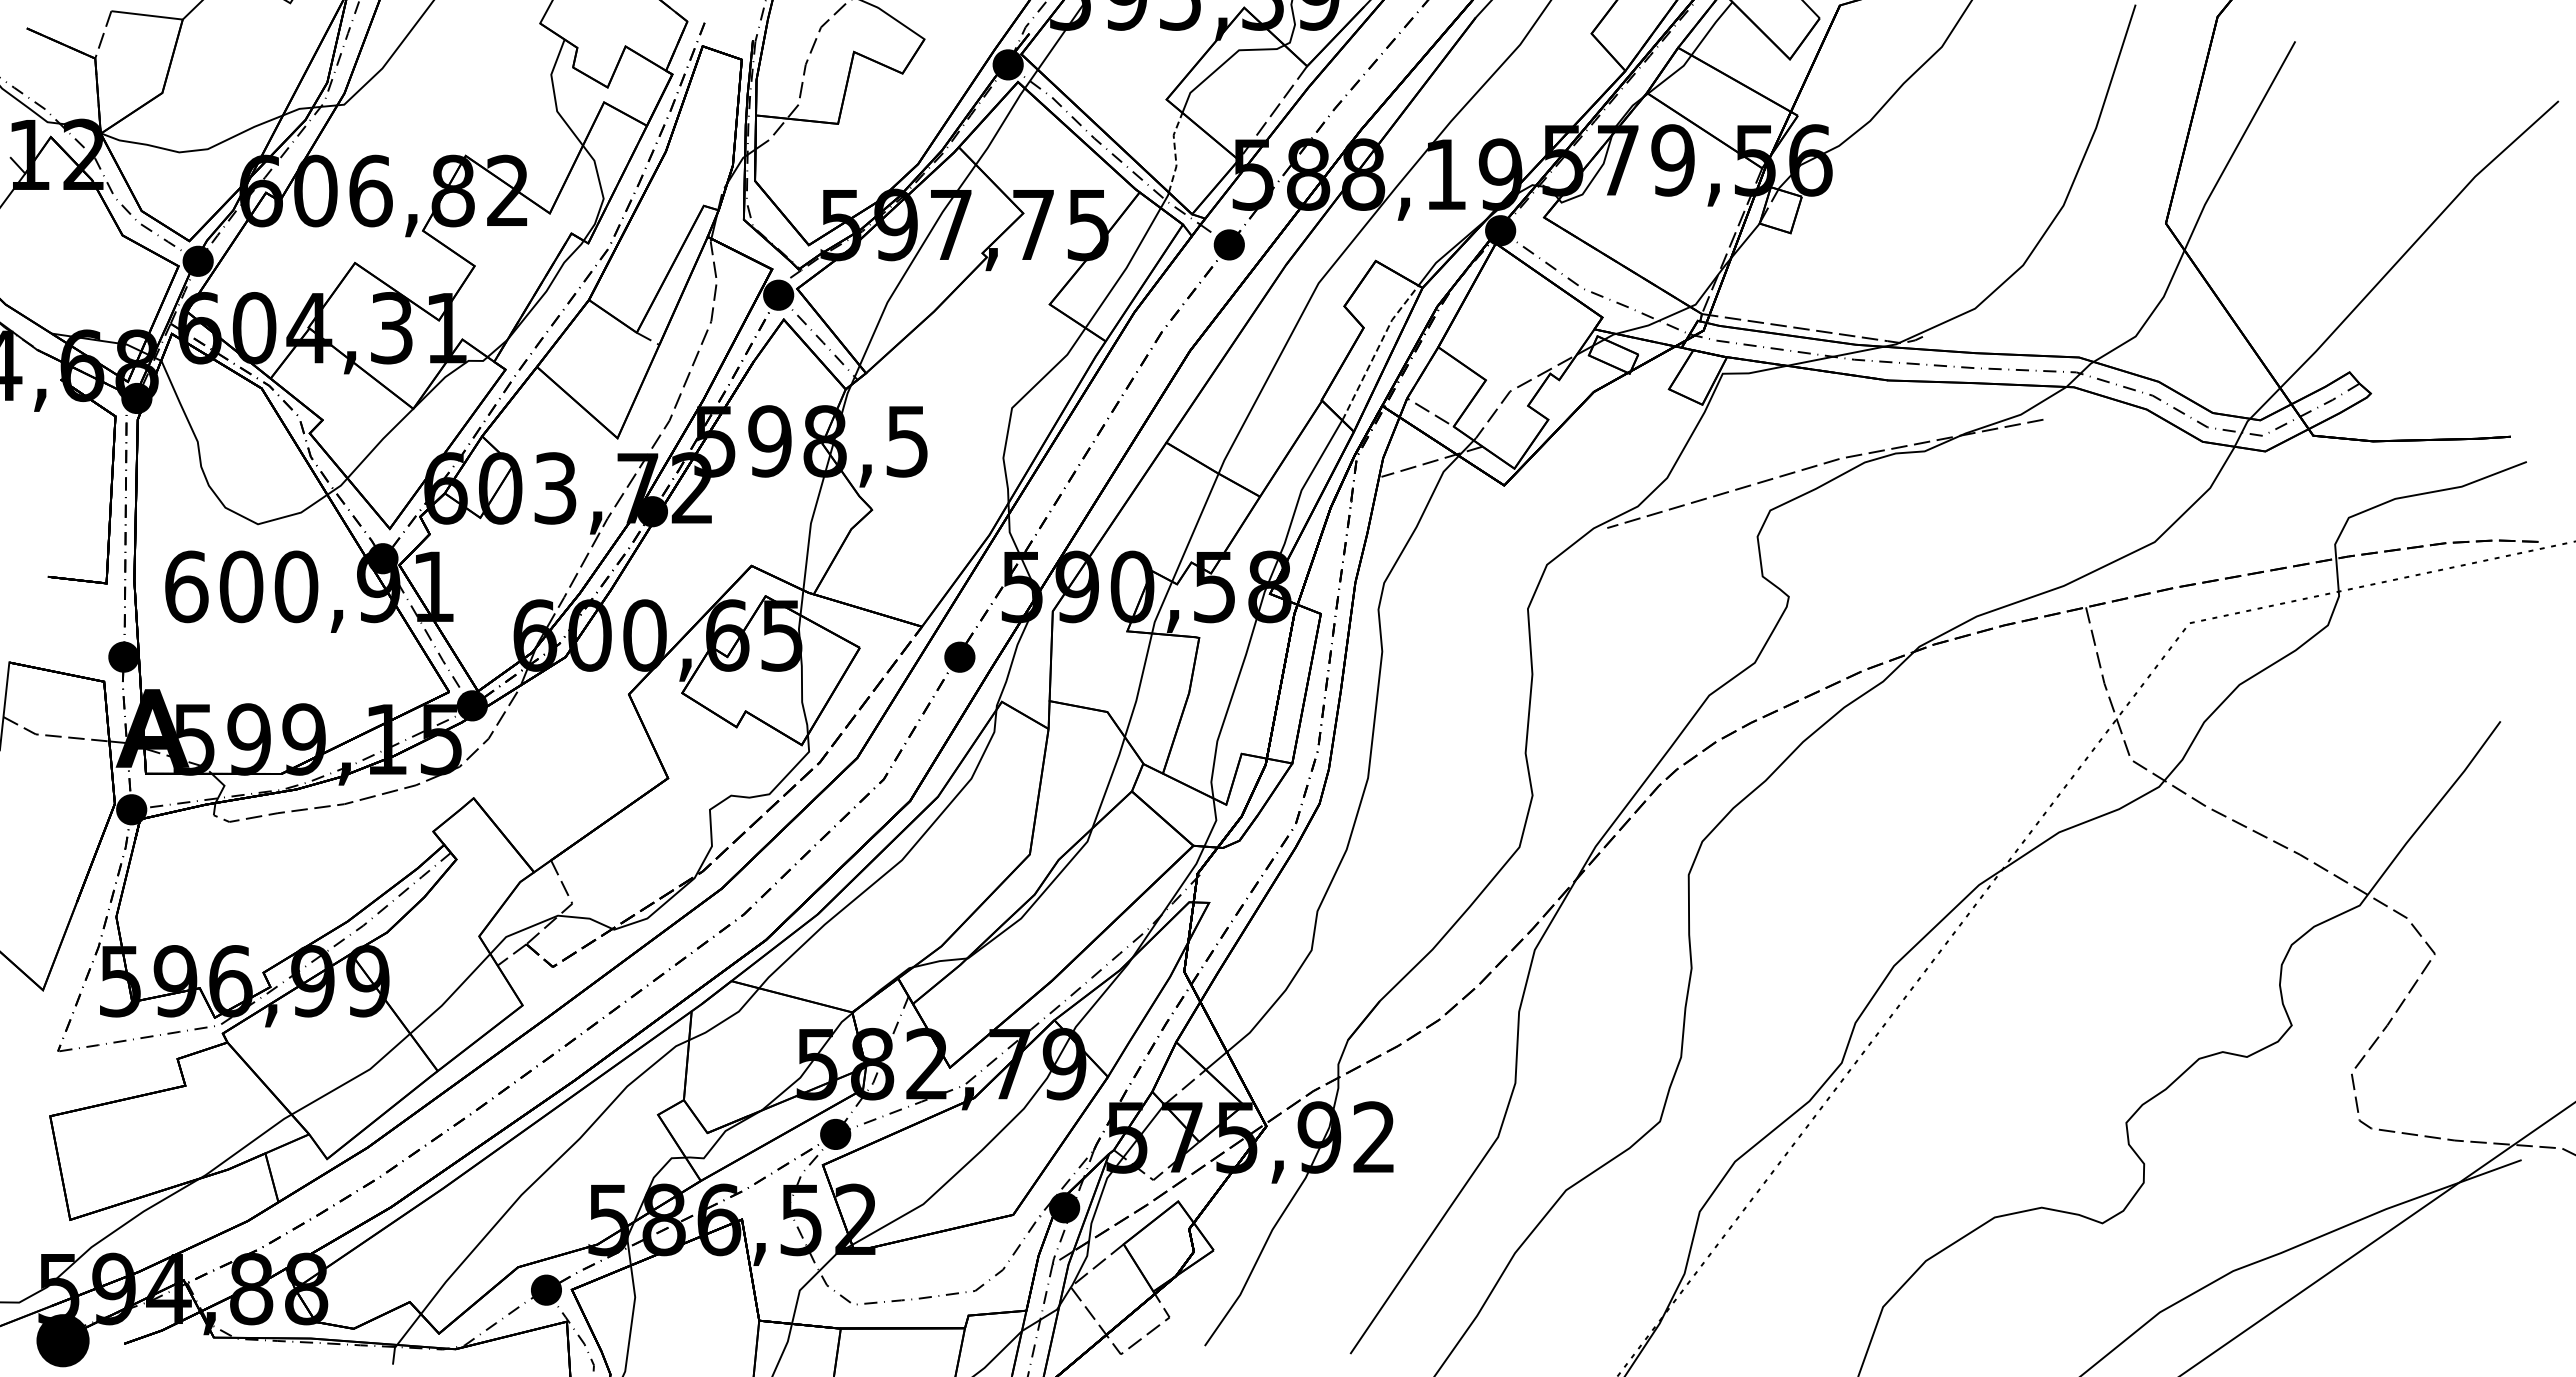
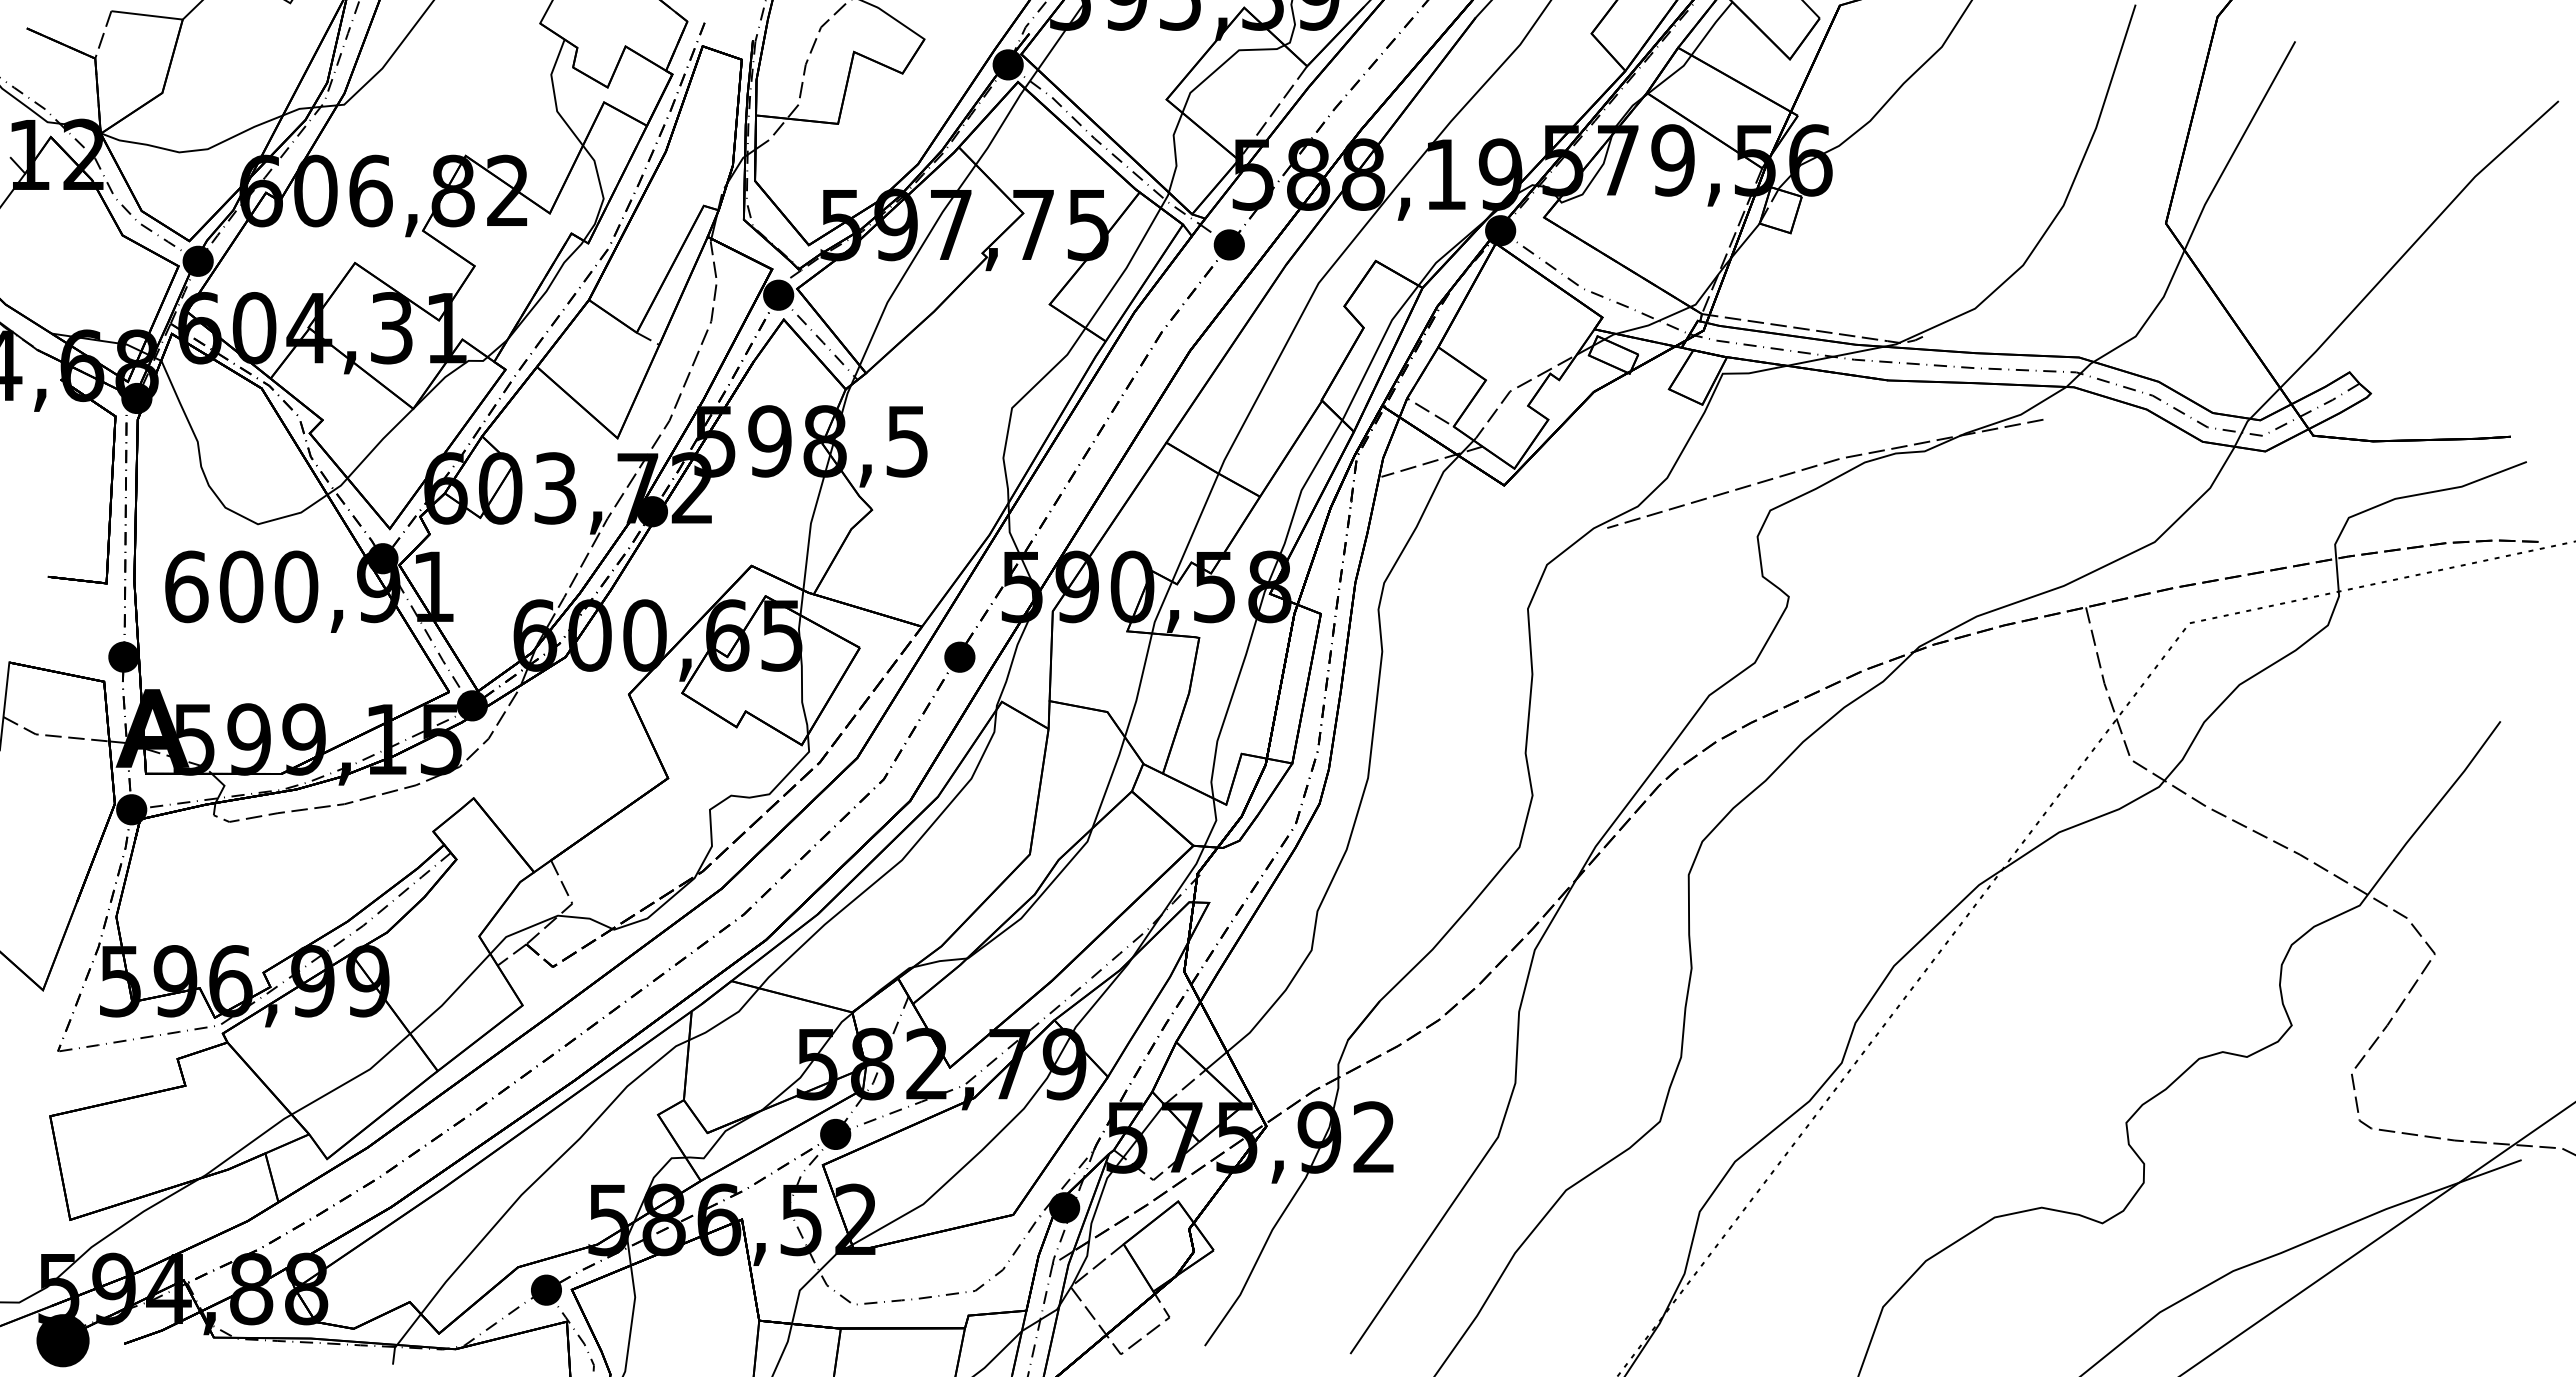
line at (1175, 152): dashed -> solid
line at (1377, 350): dashed -> solid
